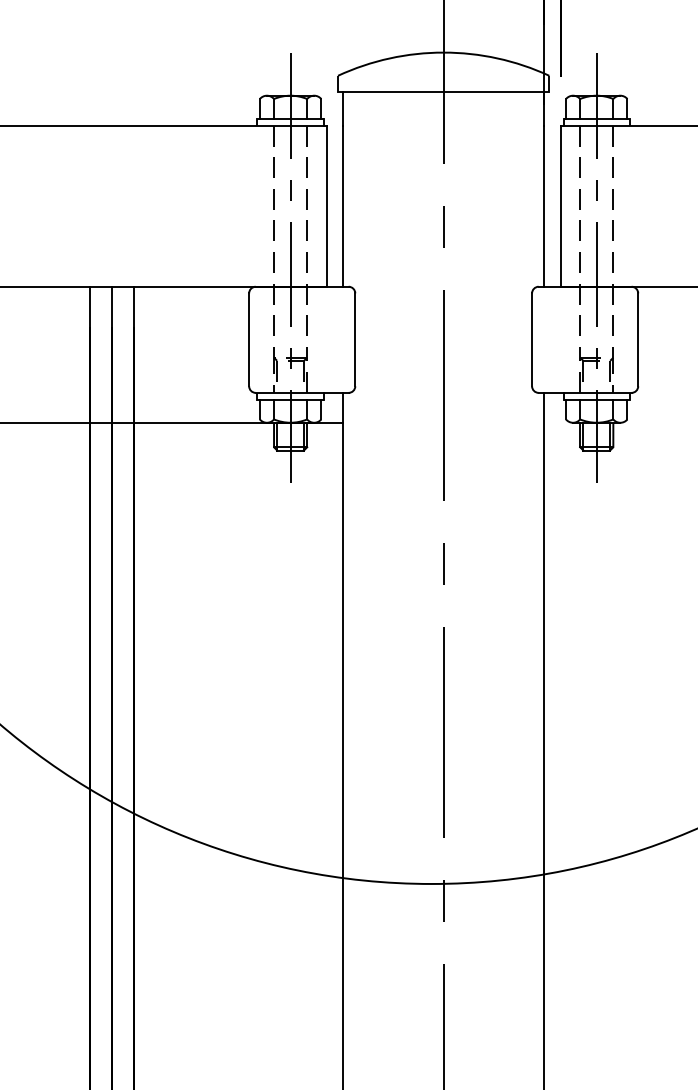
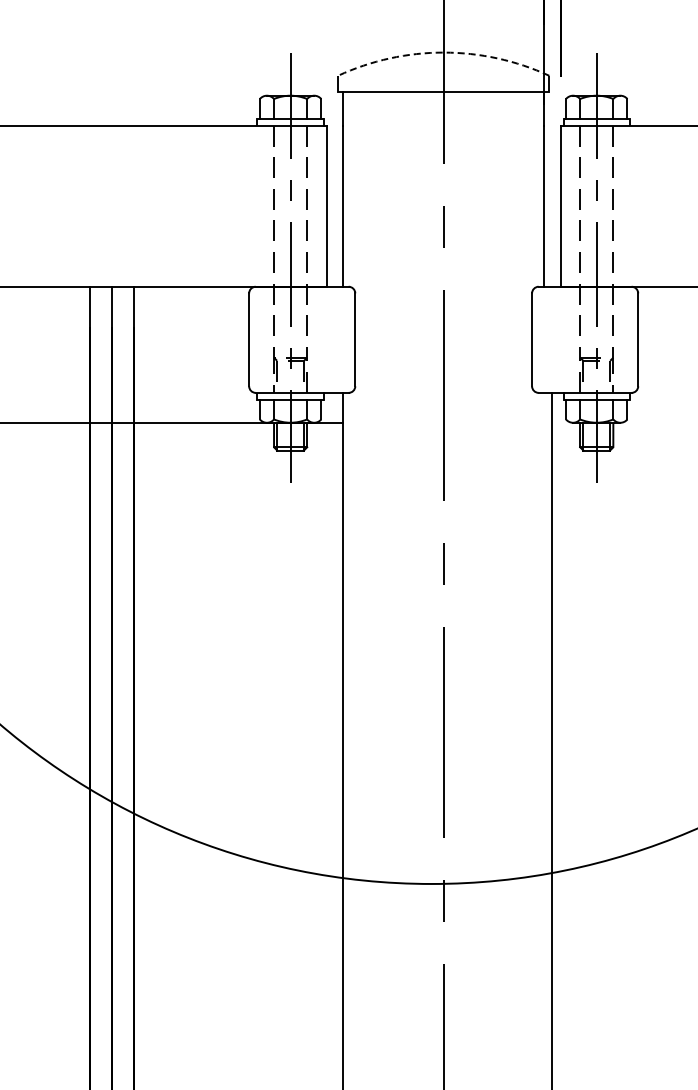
arc at (443, 52): solid -> dashed
line at (544, 739) position: (544, 739) -> (552, 739)
